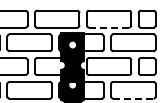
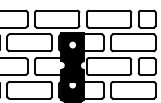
line at (109, 27): dashed -> solid
line at (133, 98): dashed -> solid
